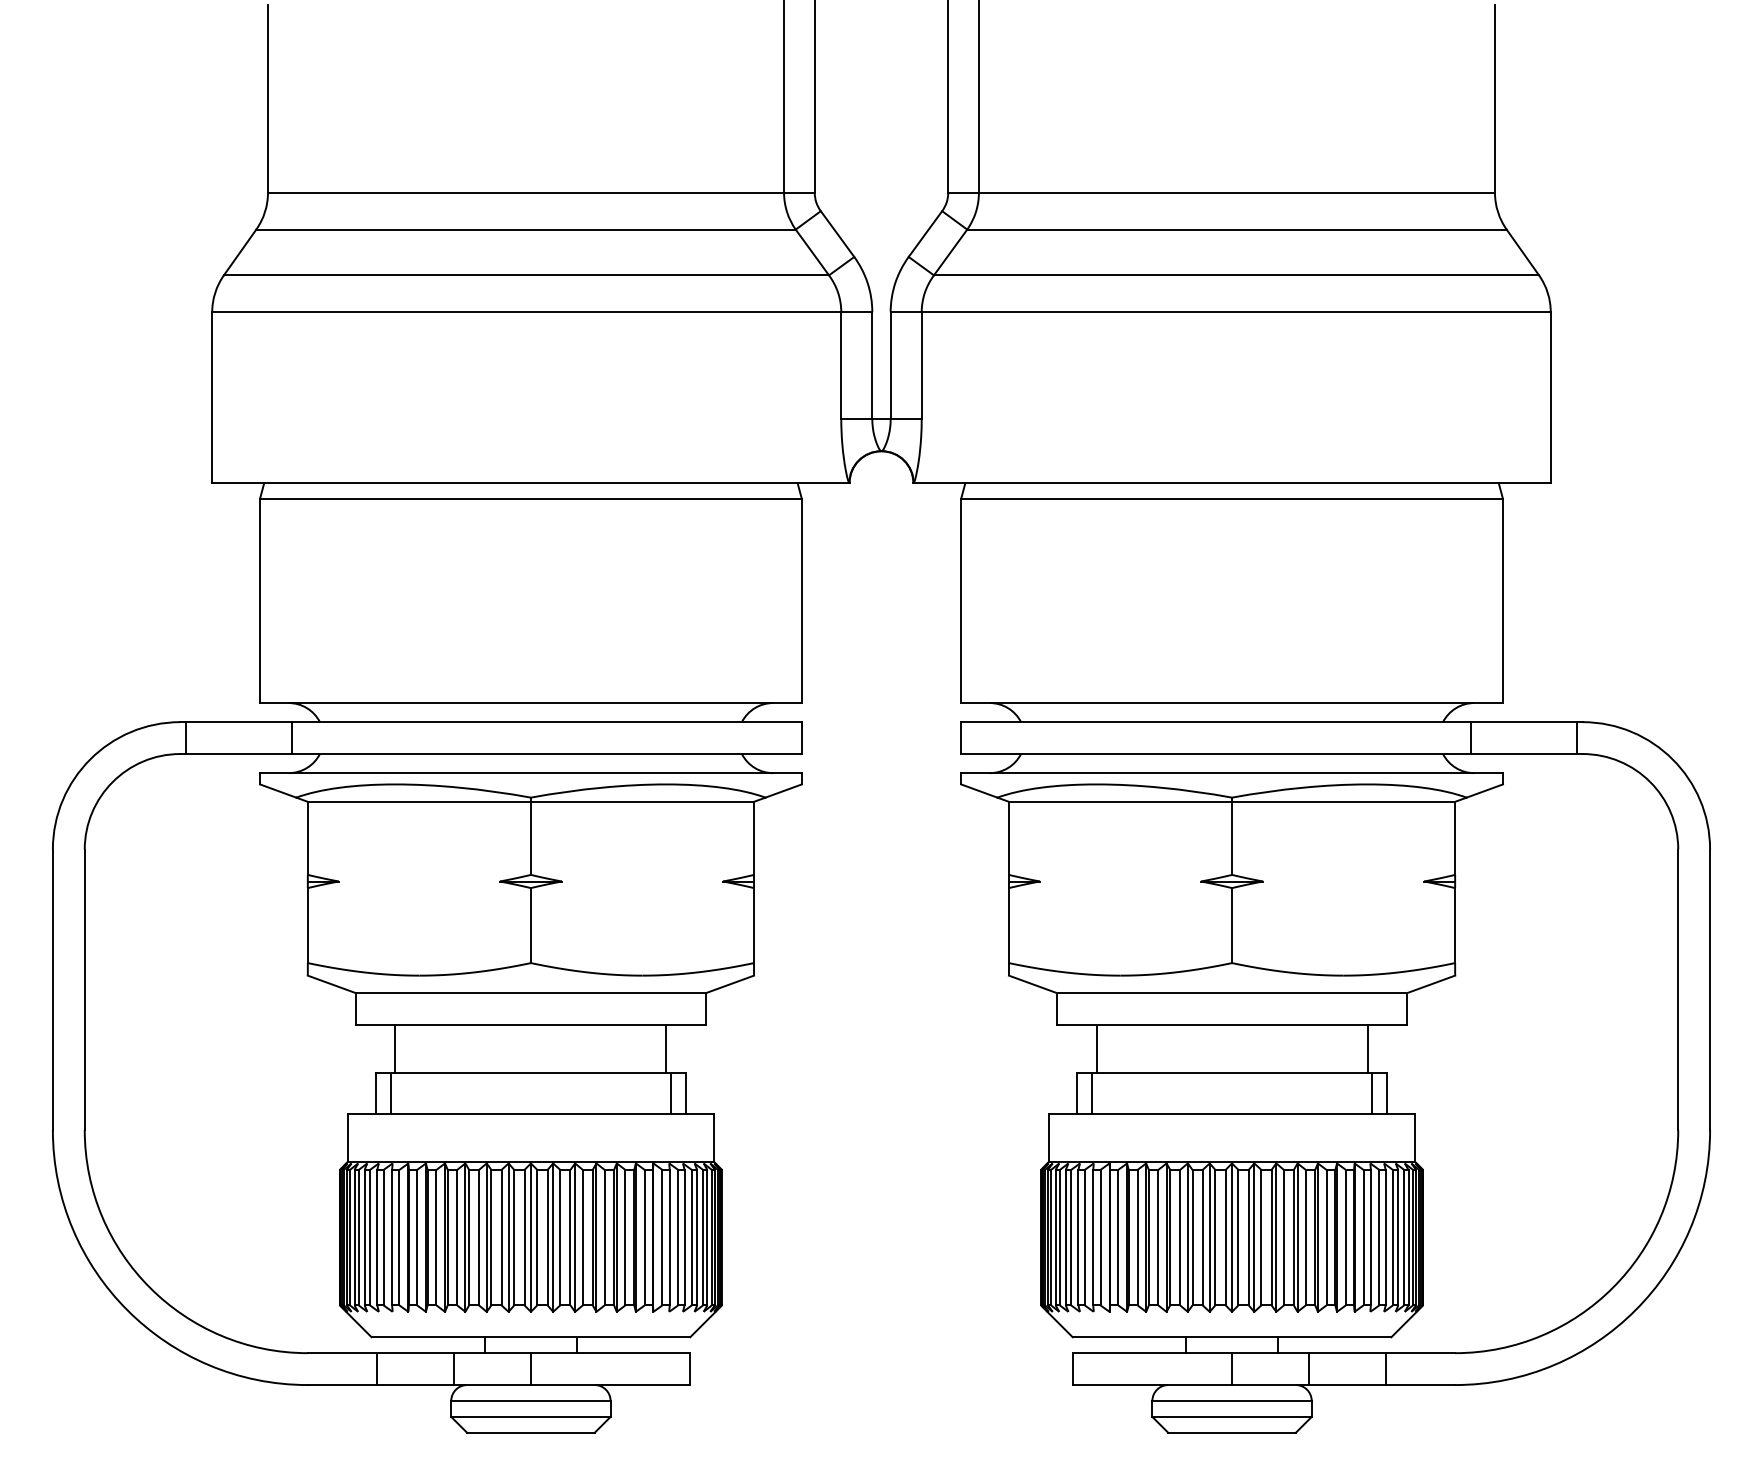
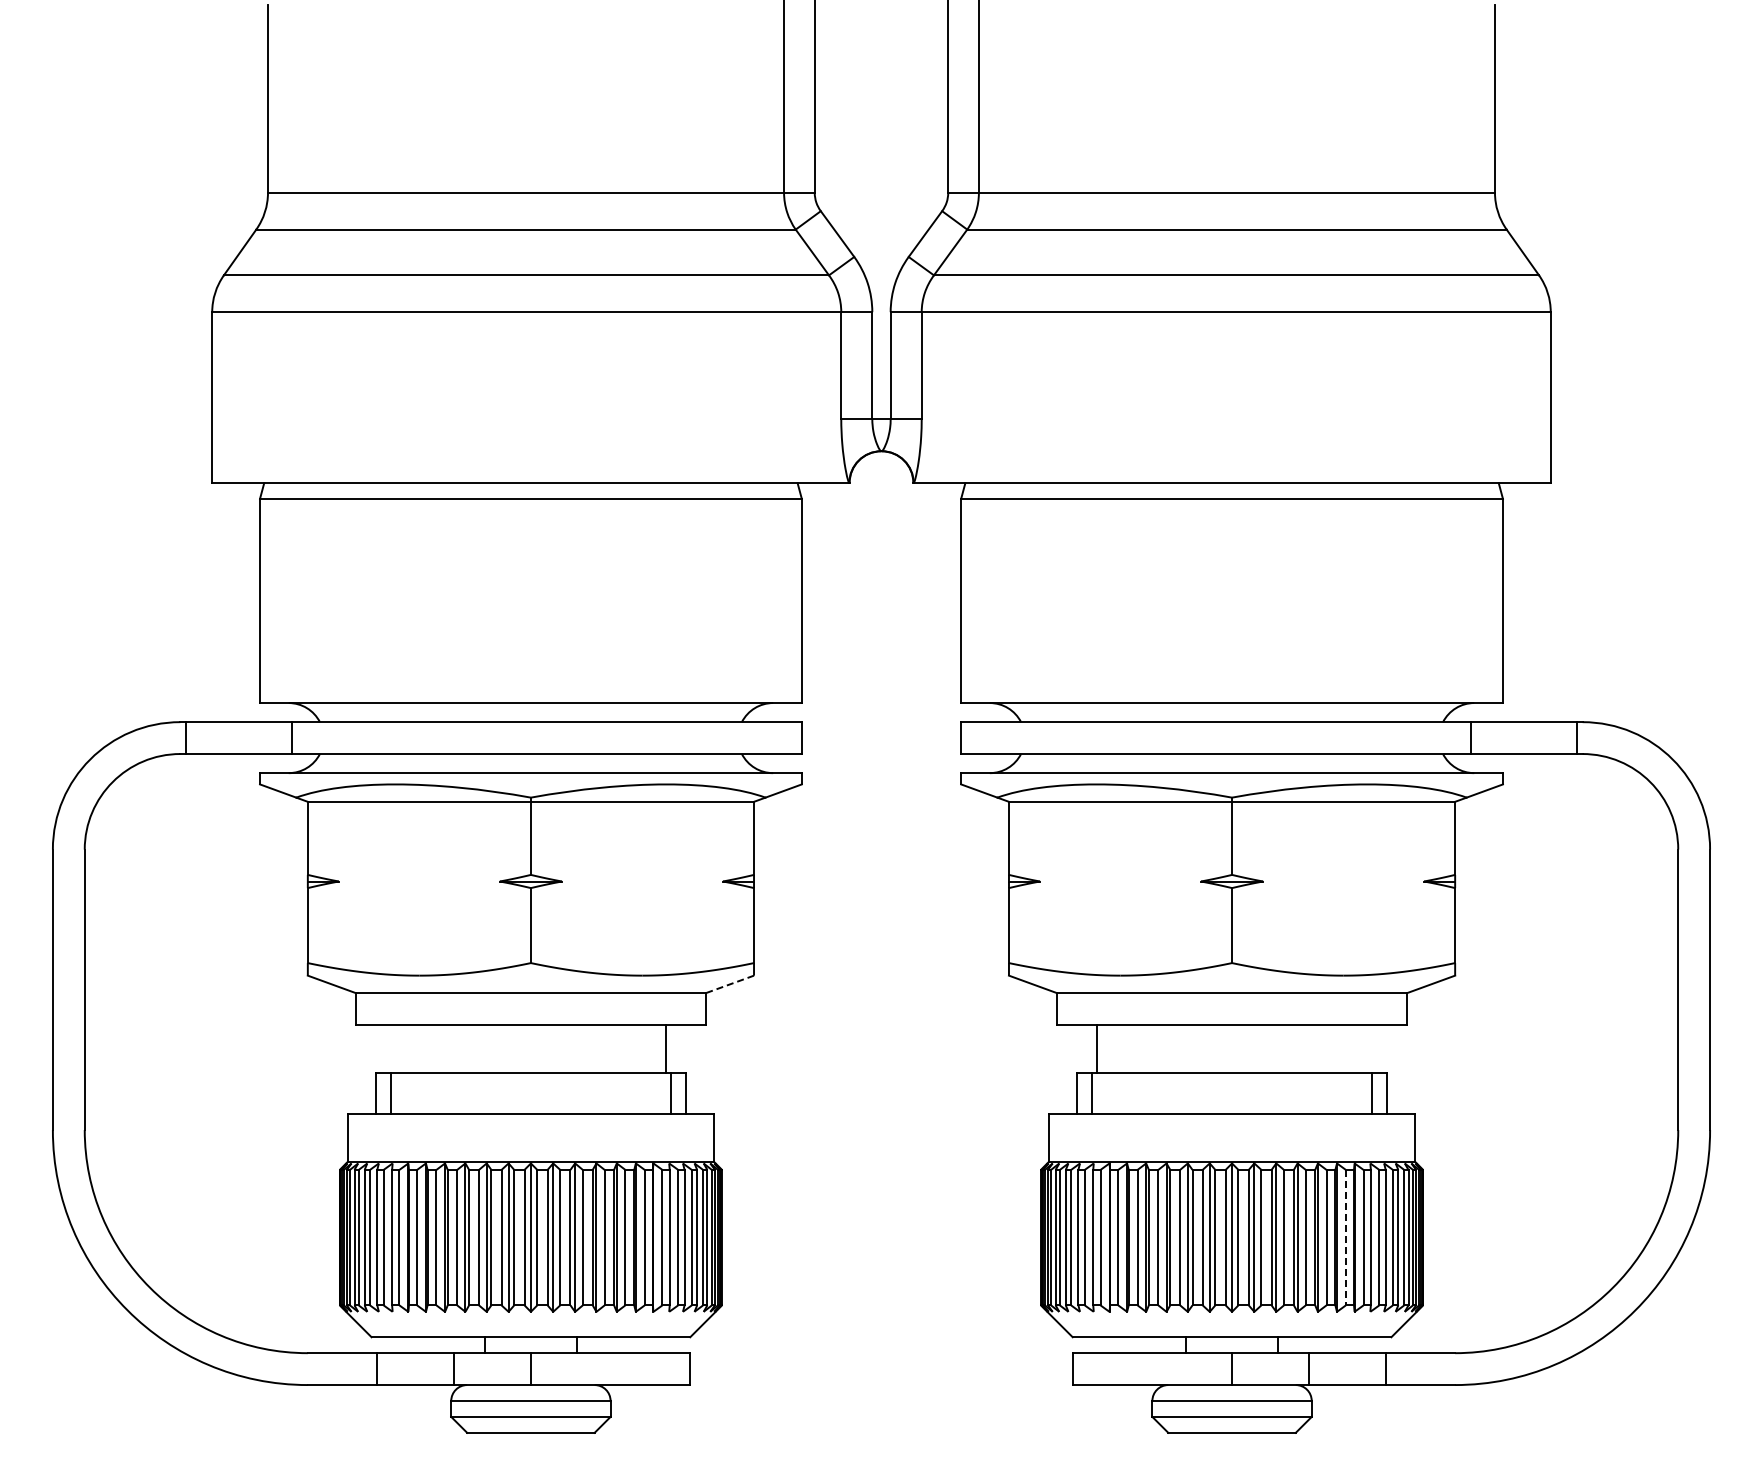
line at (730, 984): solid -> dashed
line at (395, 1048): present -> none
line at (1367, 1048): present -> none
line at (1345, 1237): solid -> dashed
